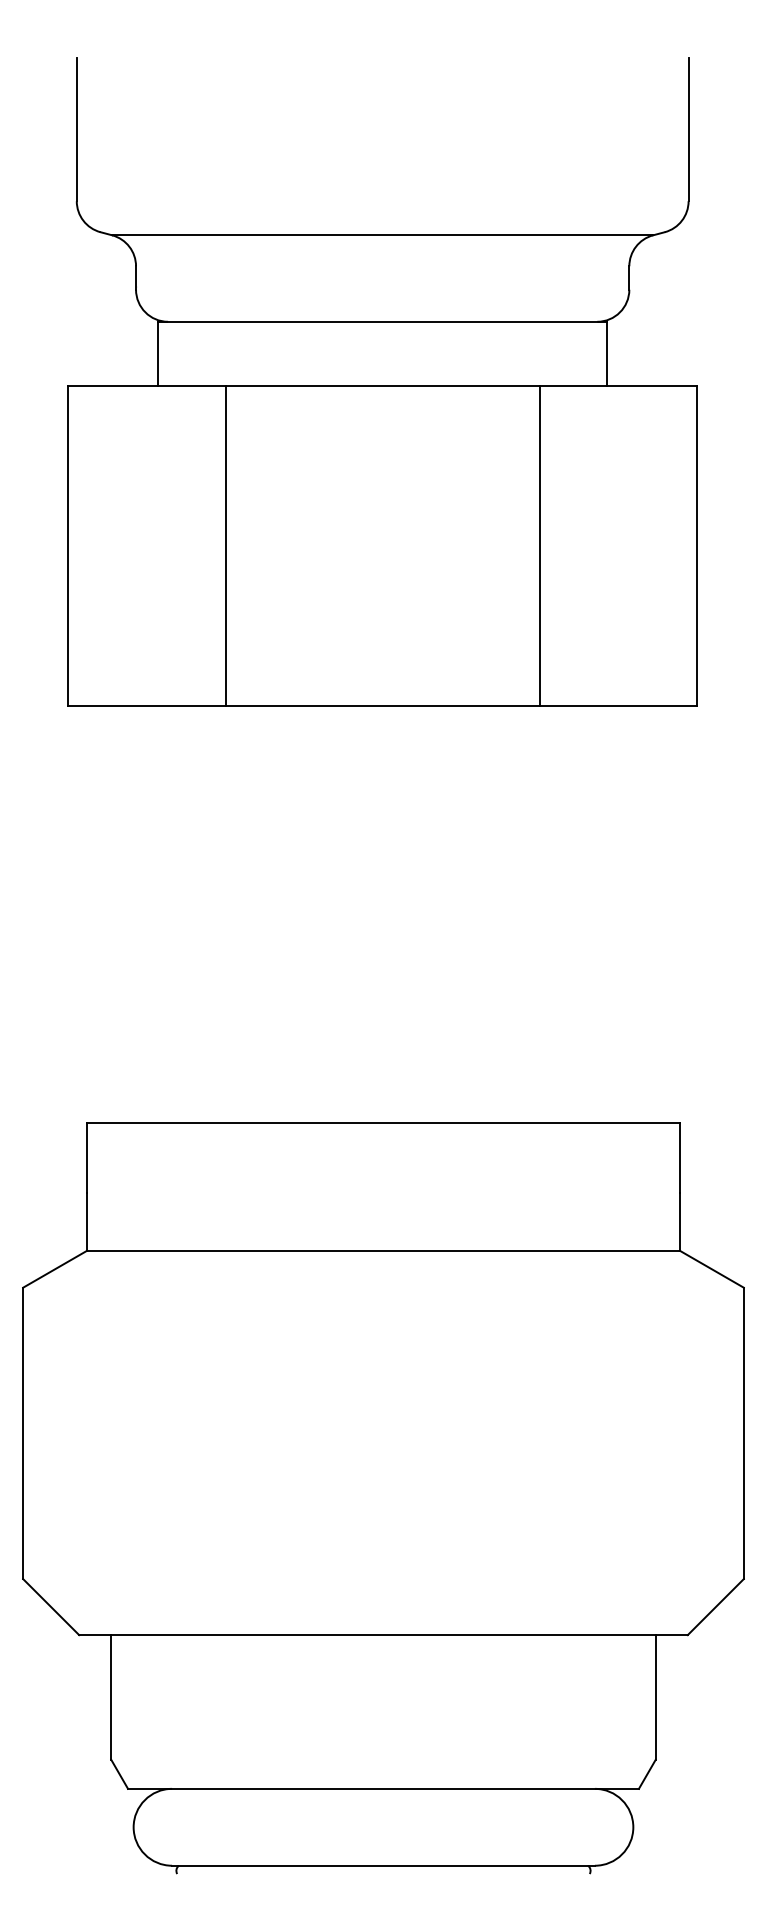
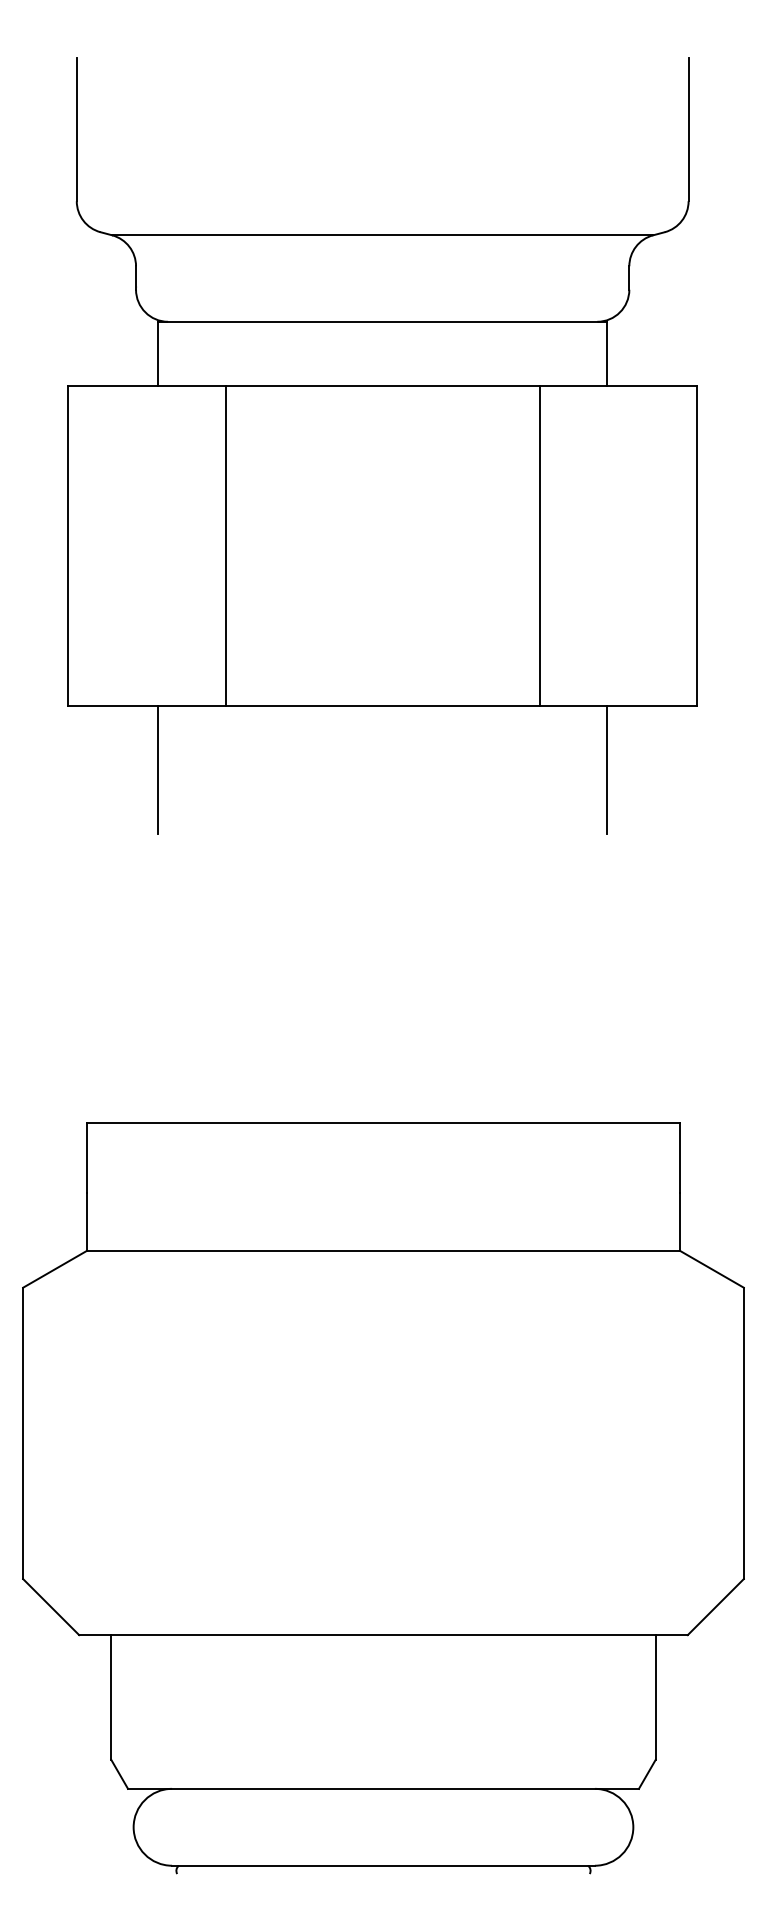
line at (158, 770): none -> present
line at (606, 770): none -> present
